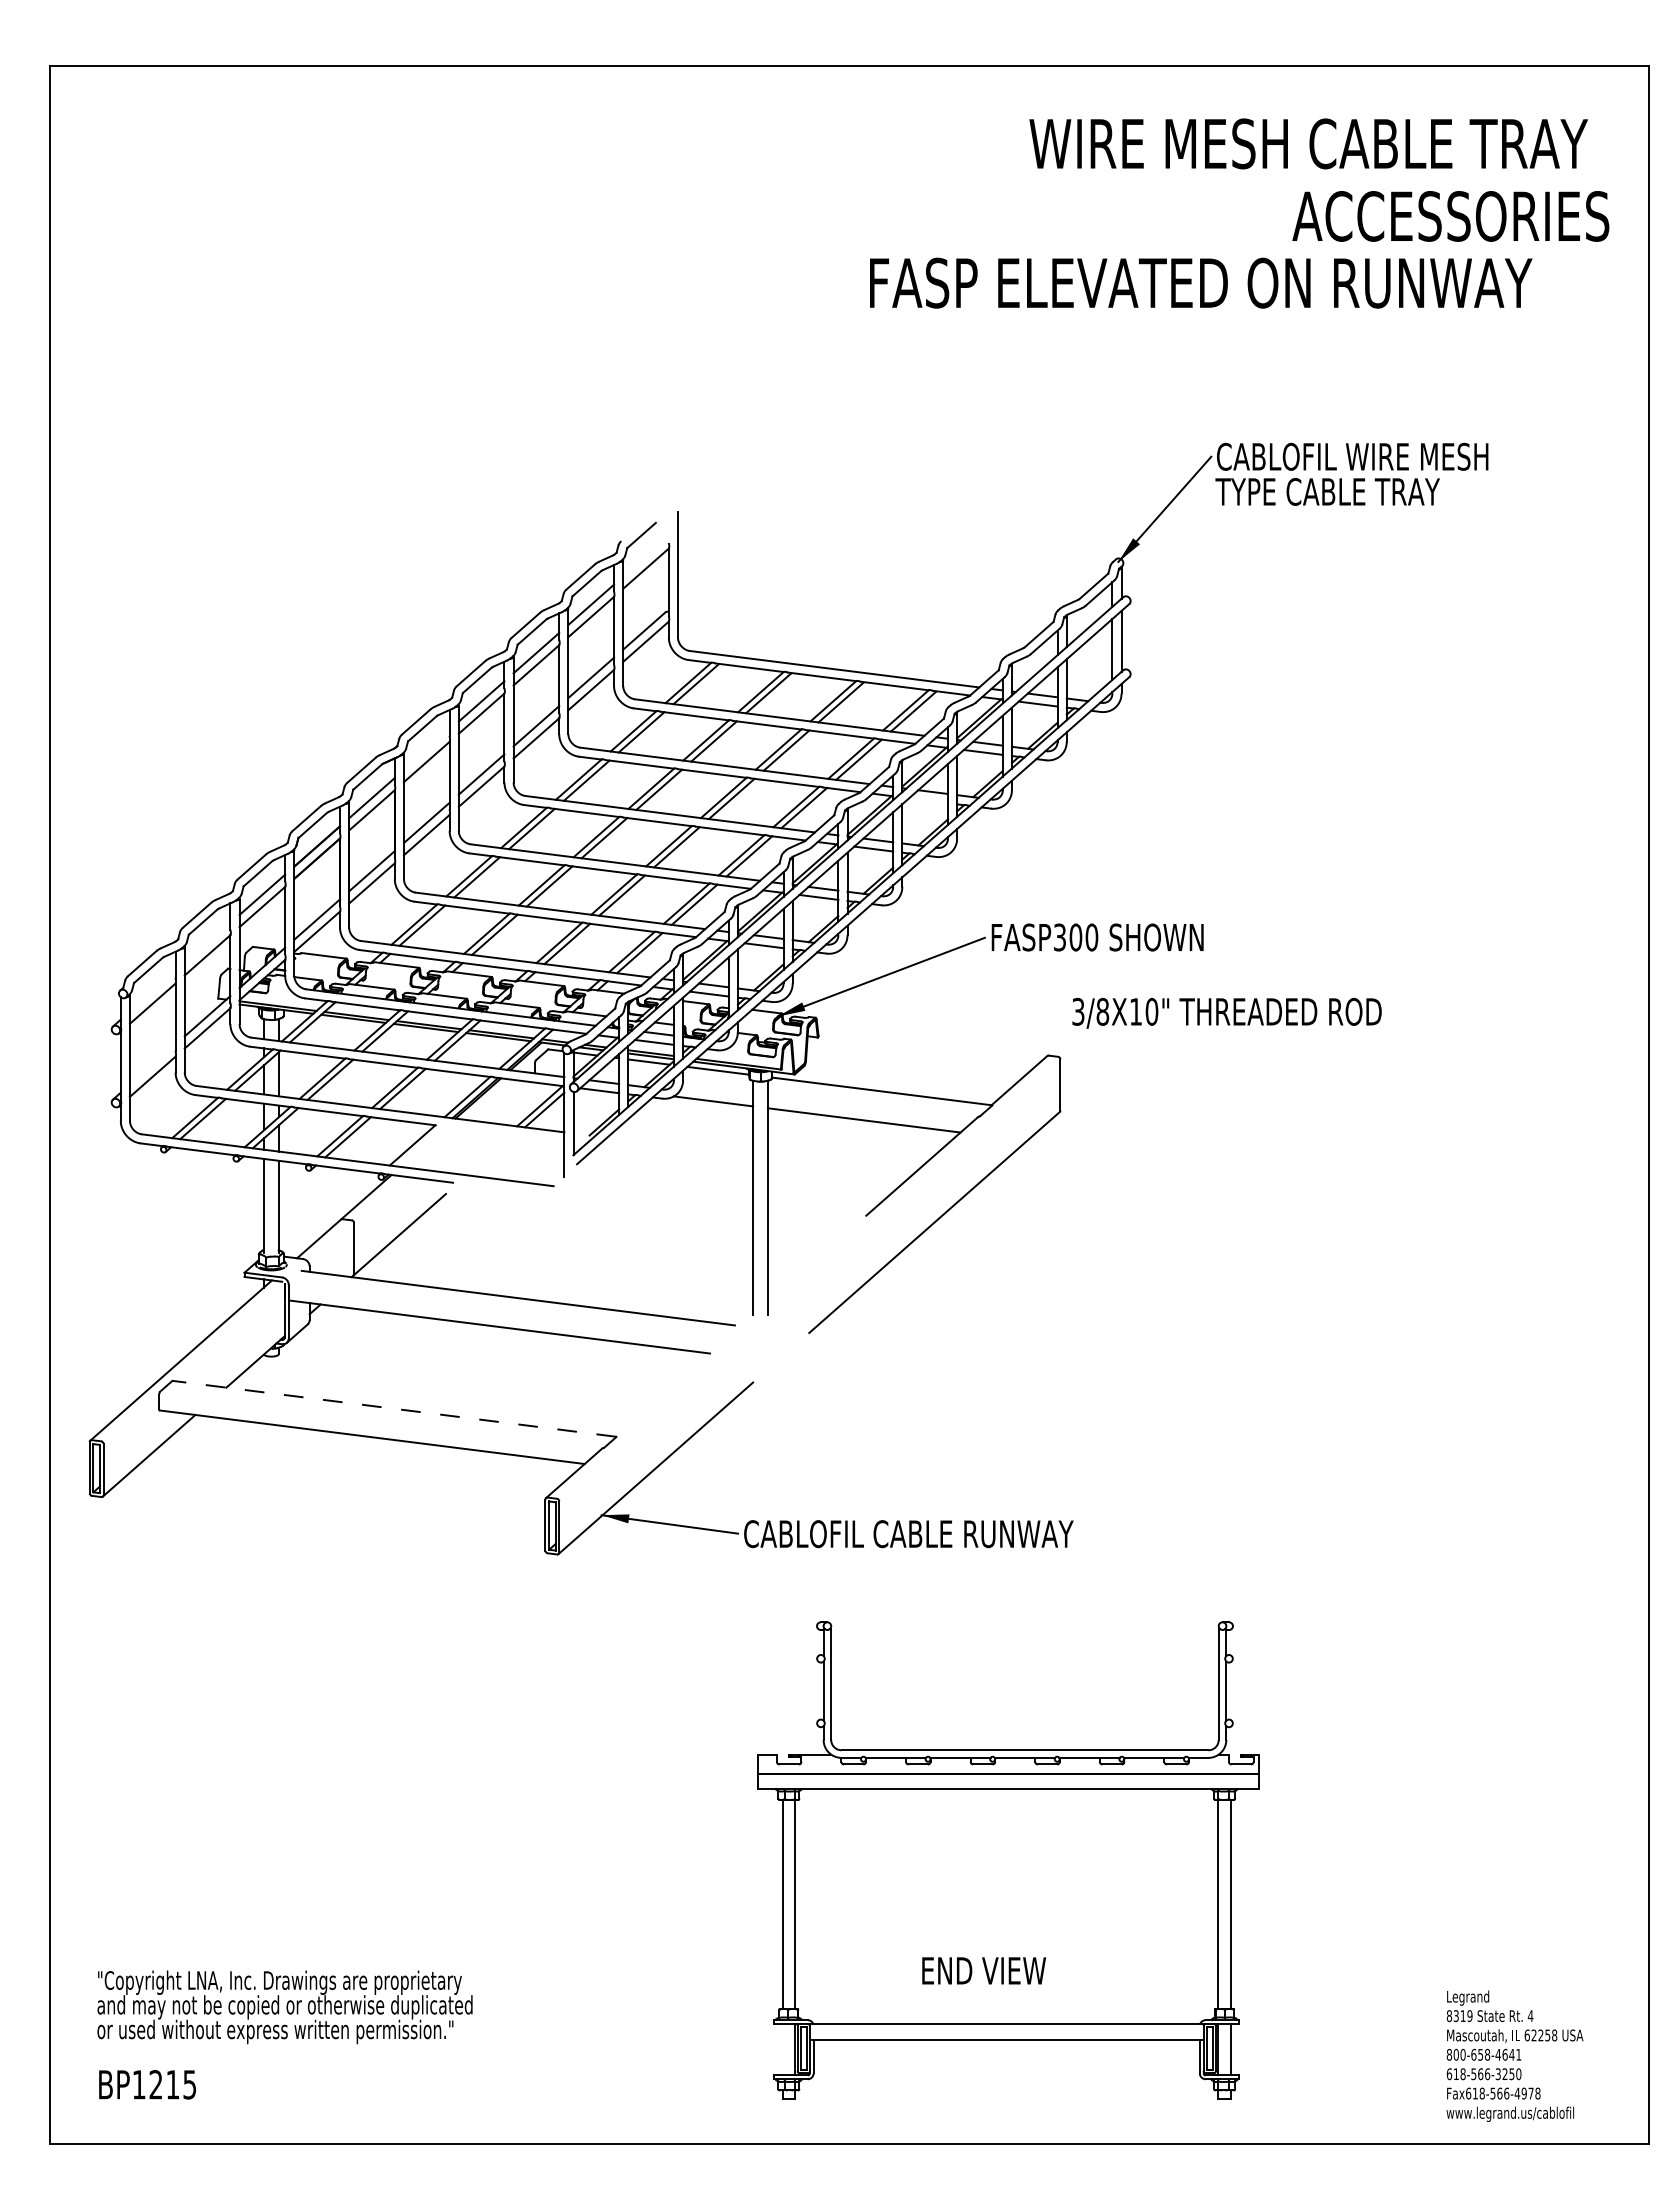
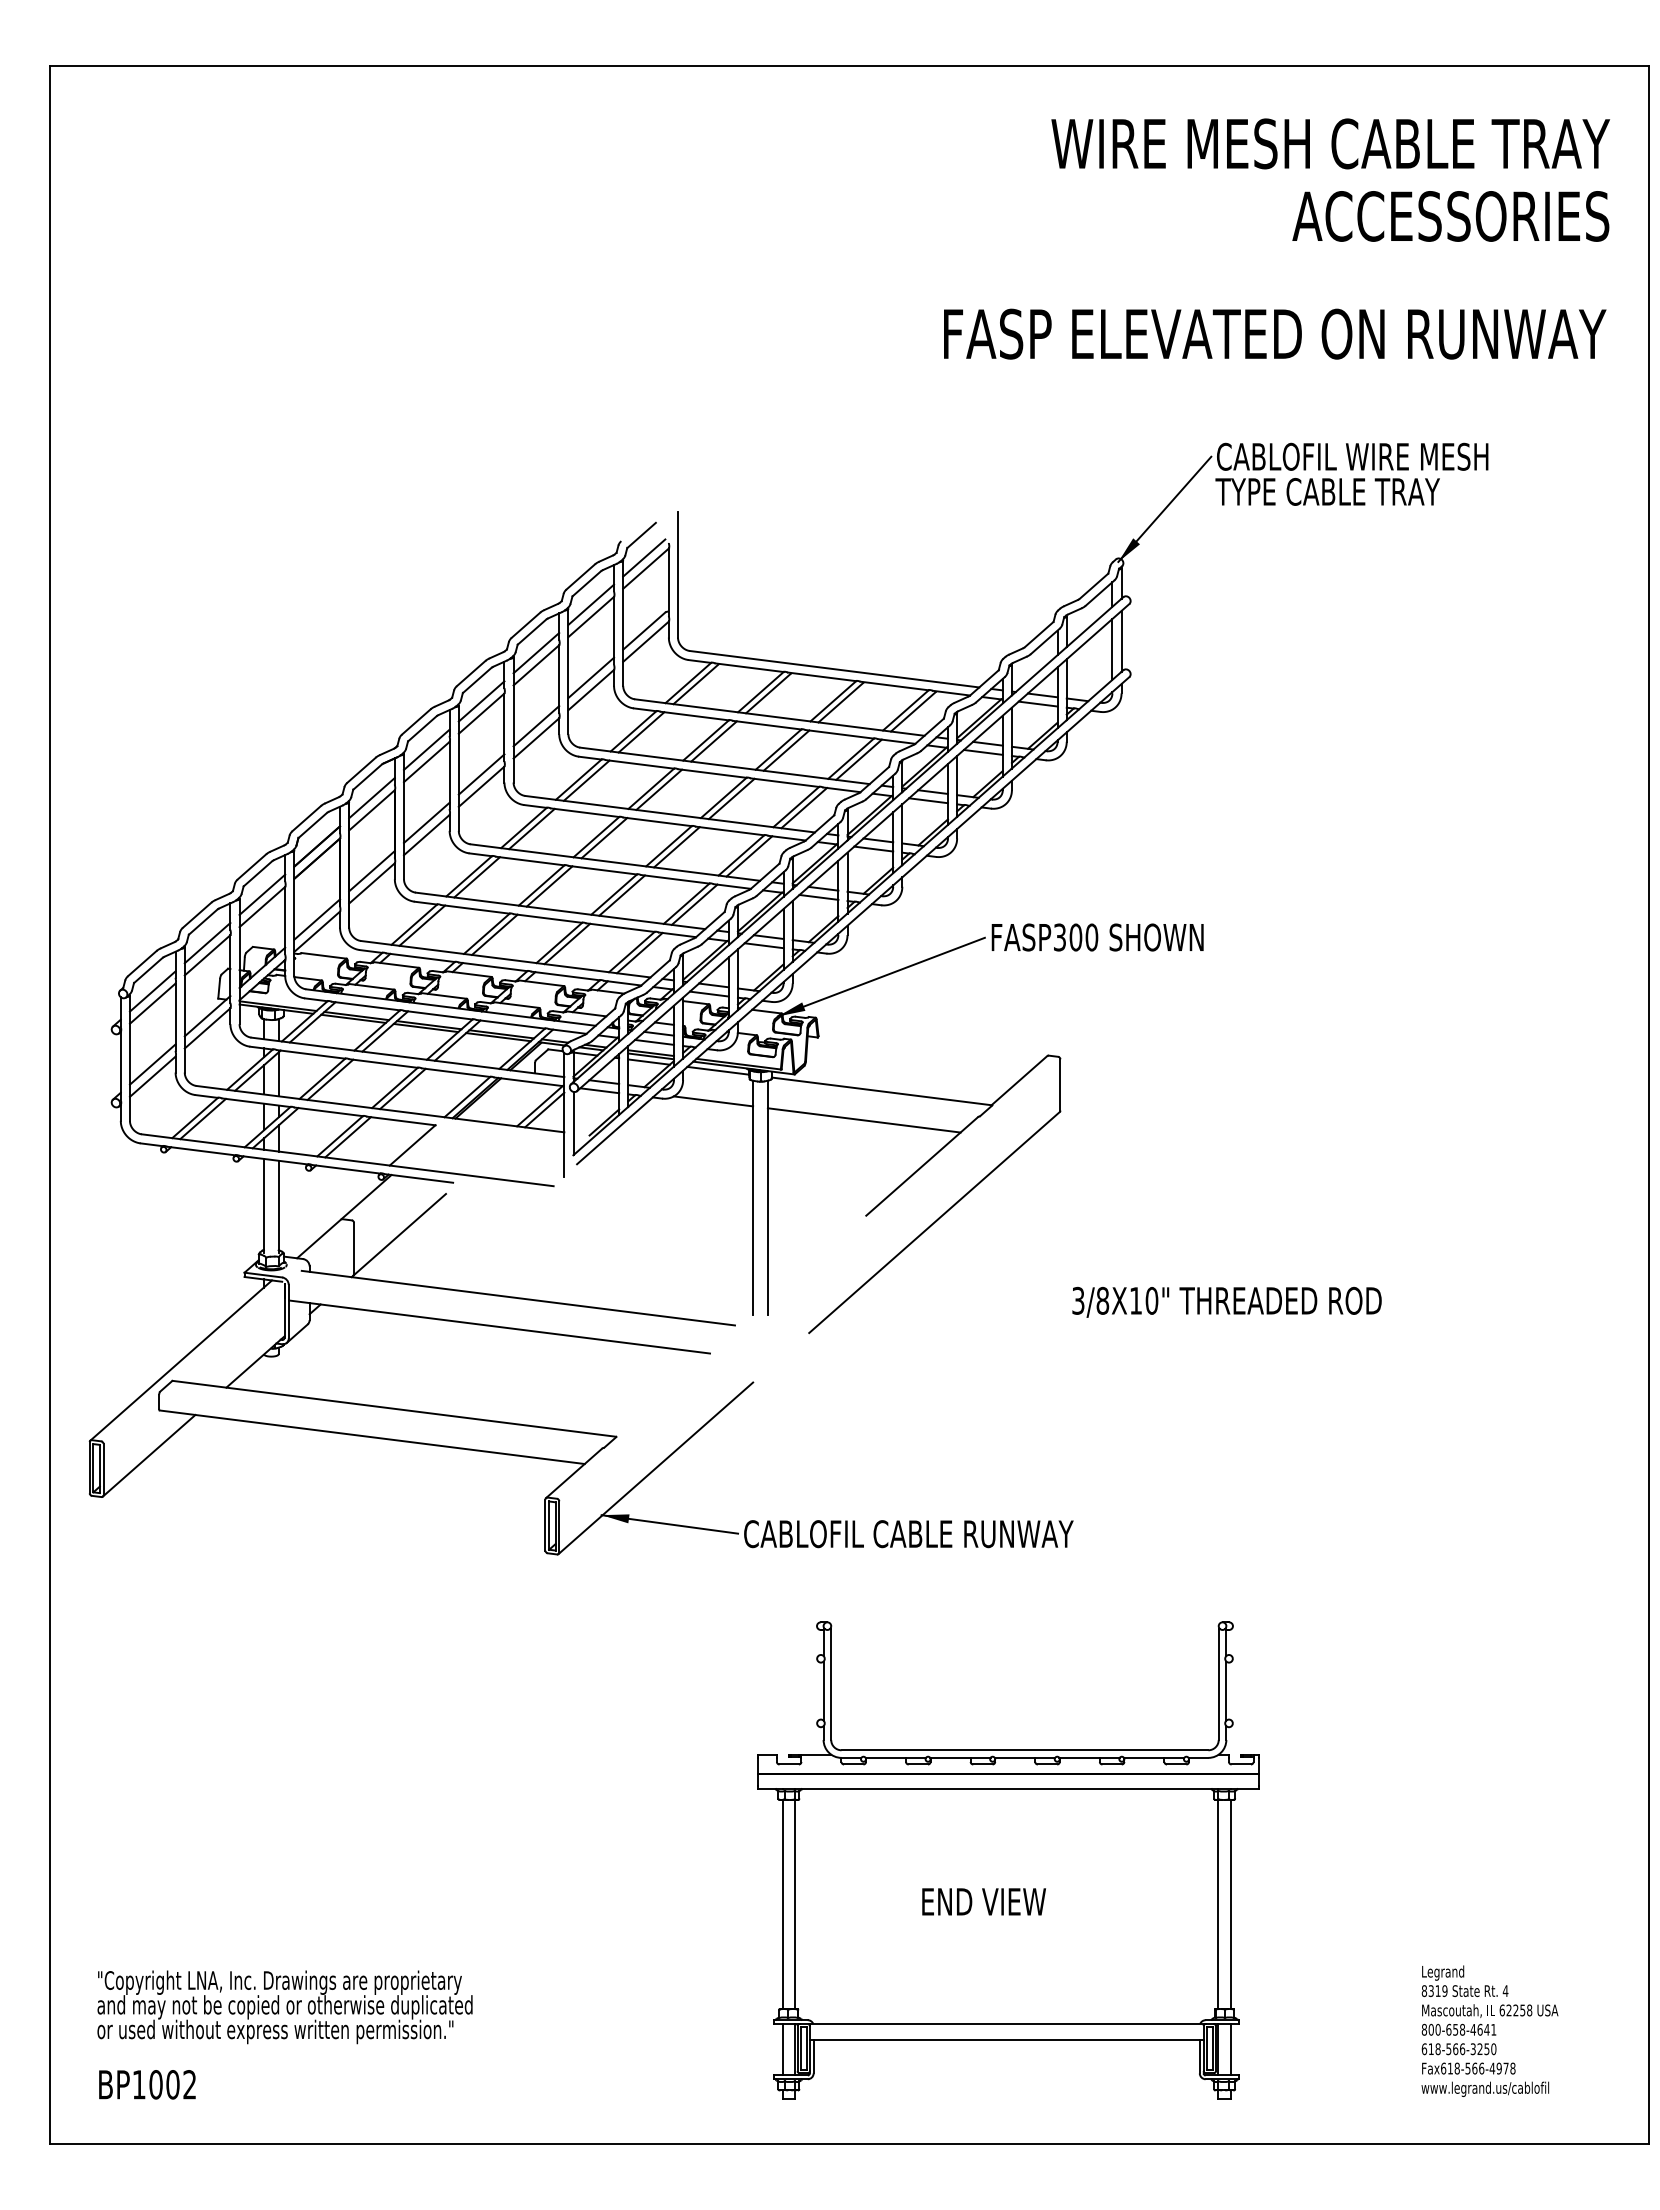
text at (1308, 143) position: (1308, 143) -> (1330, 143)
text at (1201, 282) position: (1201, 282) -> (1275, 333)
line at (644, 557): none -> present
line at (426, 749): none -> present
line at (928, 800): none -> present
line at (207, 943): none -> present
line at (152, 991): none -> present
text at (1226, 1012) position: (1226, 1012) -> (1226, 1301)
line at (152, 1064): none -> present
line at (393, 1408): dashed -> solid
text at (983, 1970) position: (983, 1970) -> (983, 1901)
line at (782, 2049): none -> present
text at (1514, 2055) position: (1514, 2055) -> (1489, 2030)
text at (172, 2084): BP1215 -> BP1002
